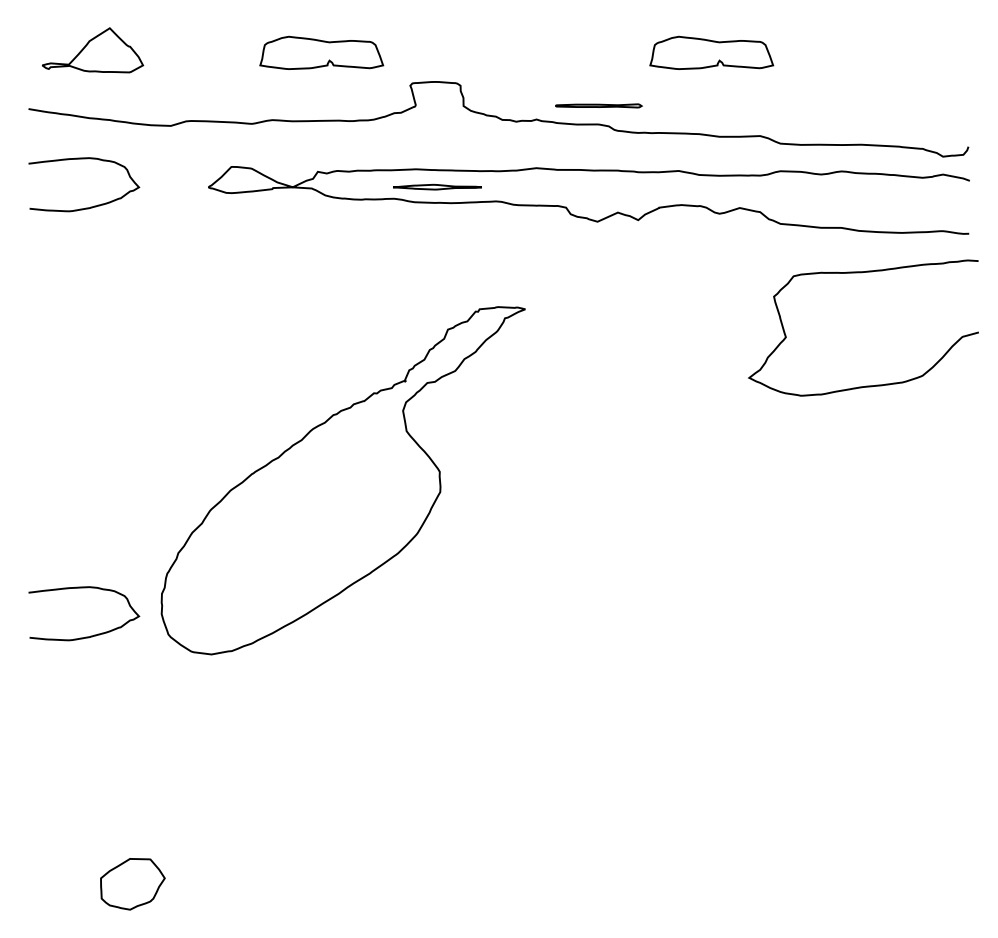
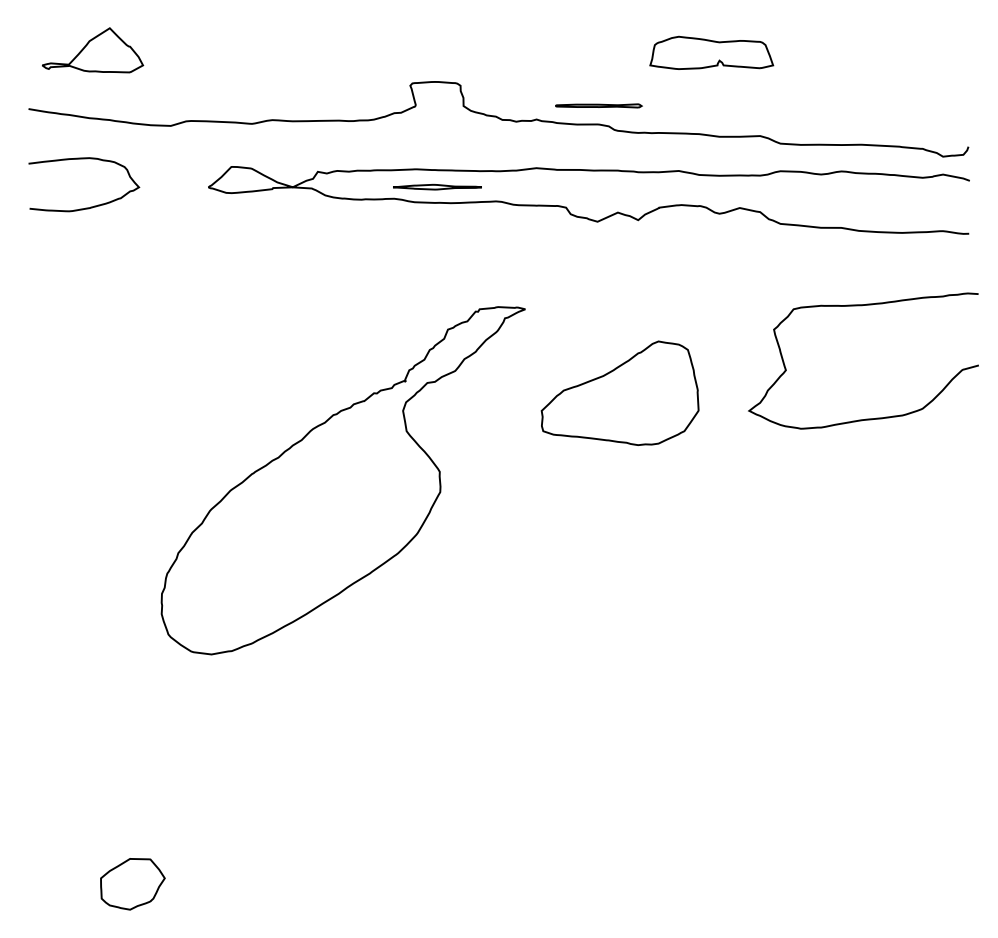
part at (321, 52): present -> none
curve at (862, 273) position: (862, 273) -> (862, 306)
part at (619, 392): none -> present
curve at (90, 635): present -> none
